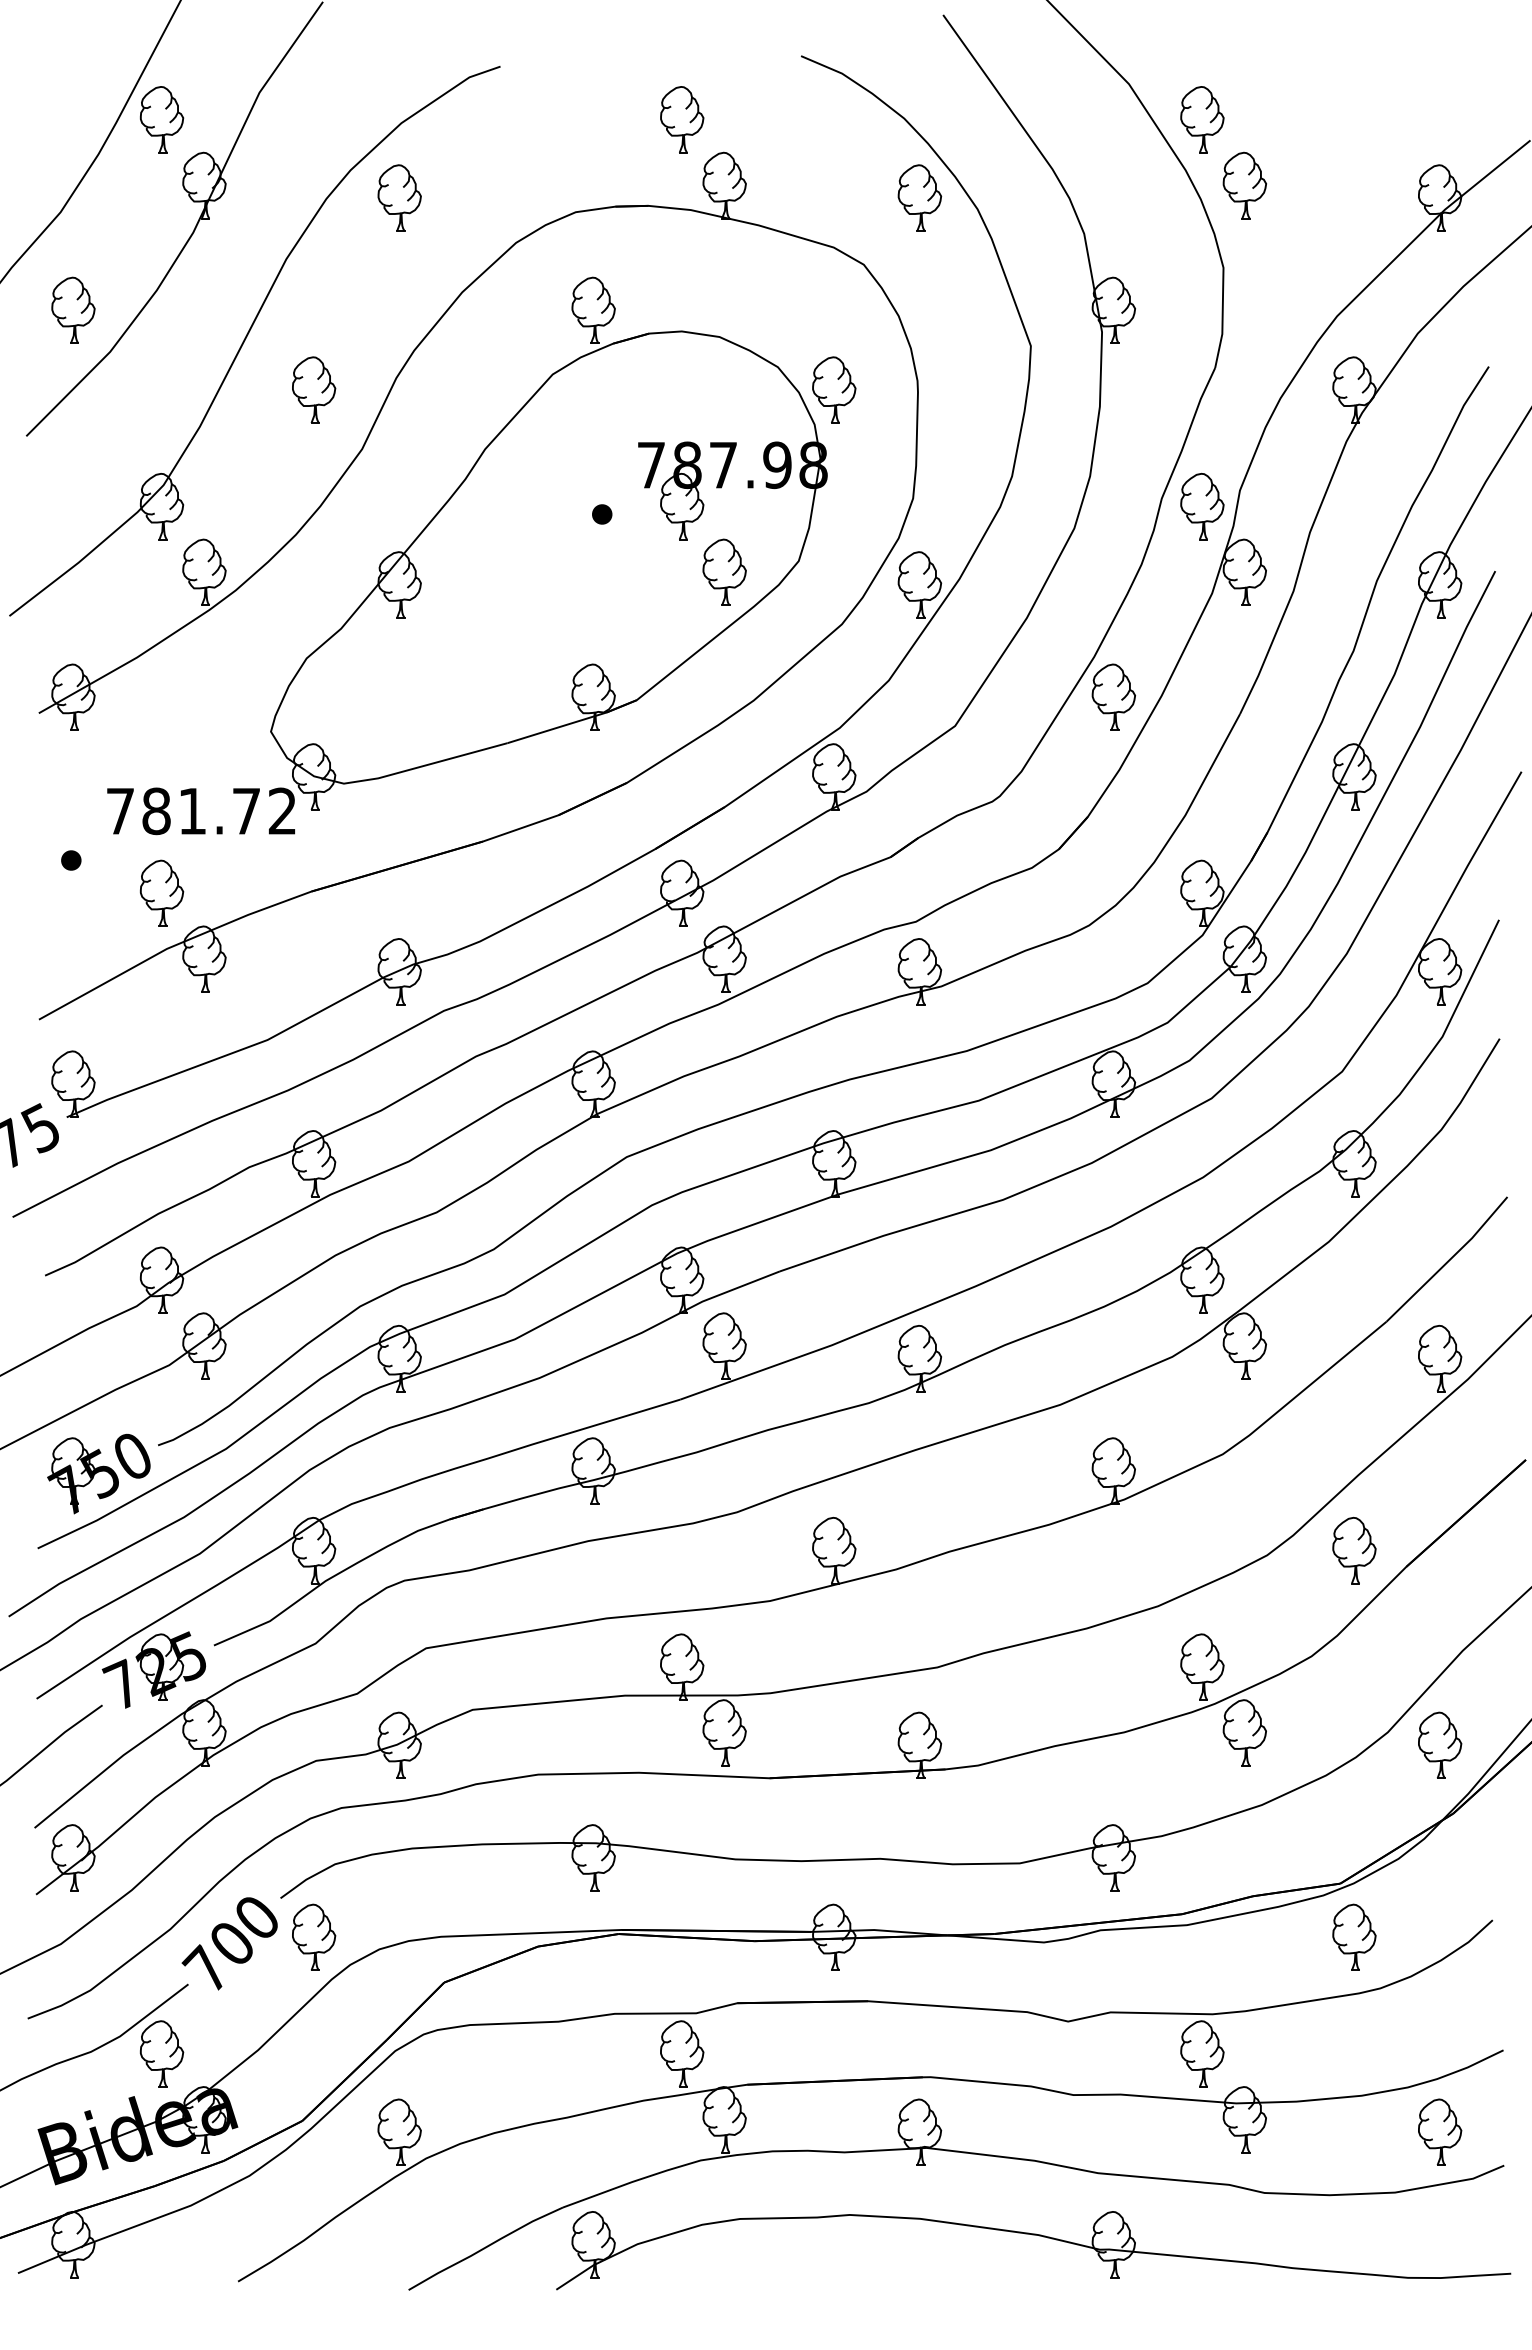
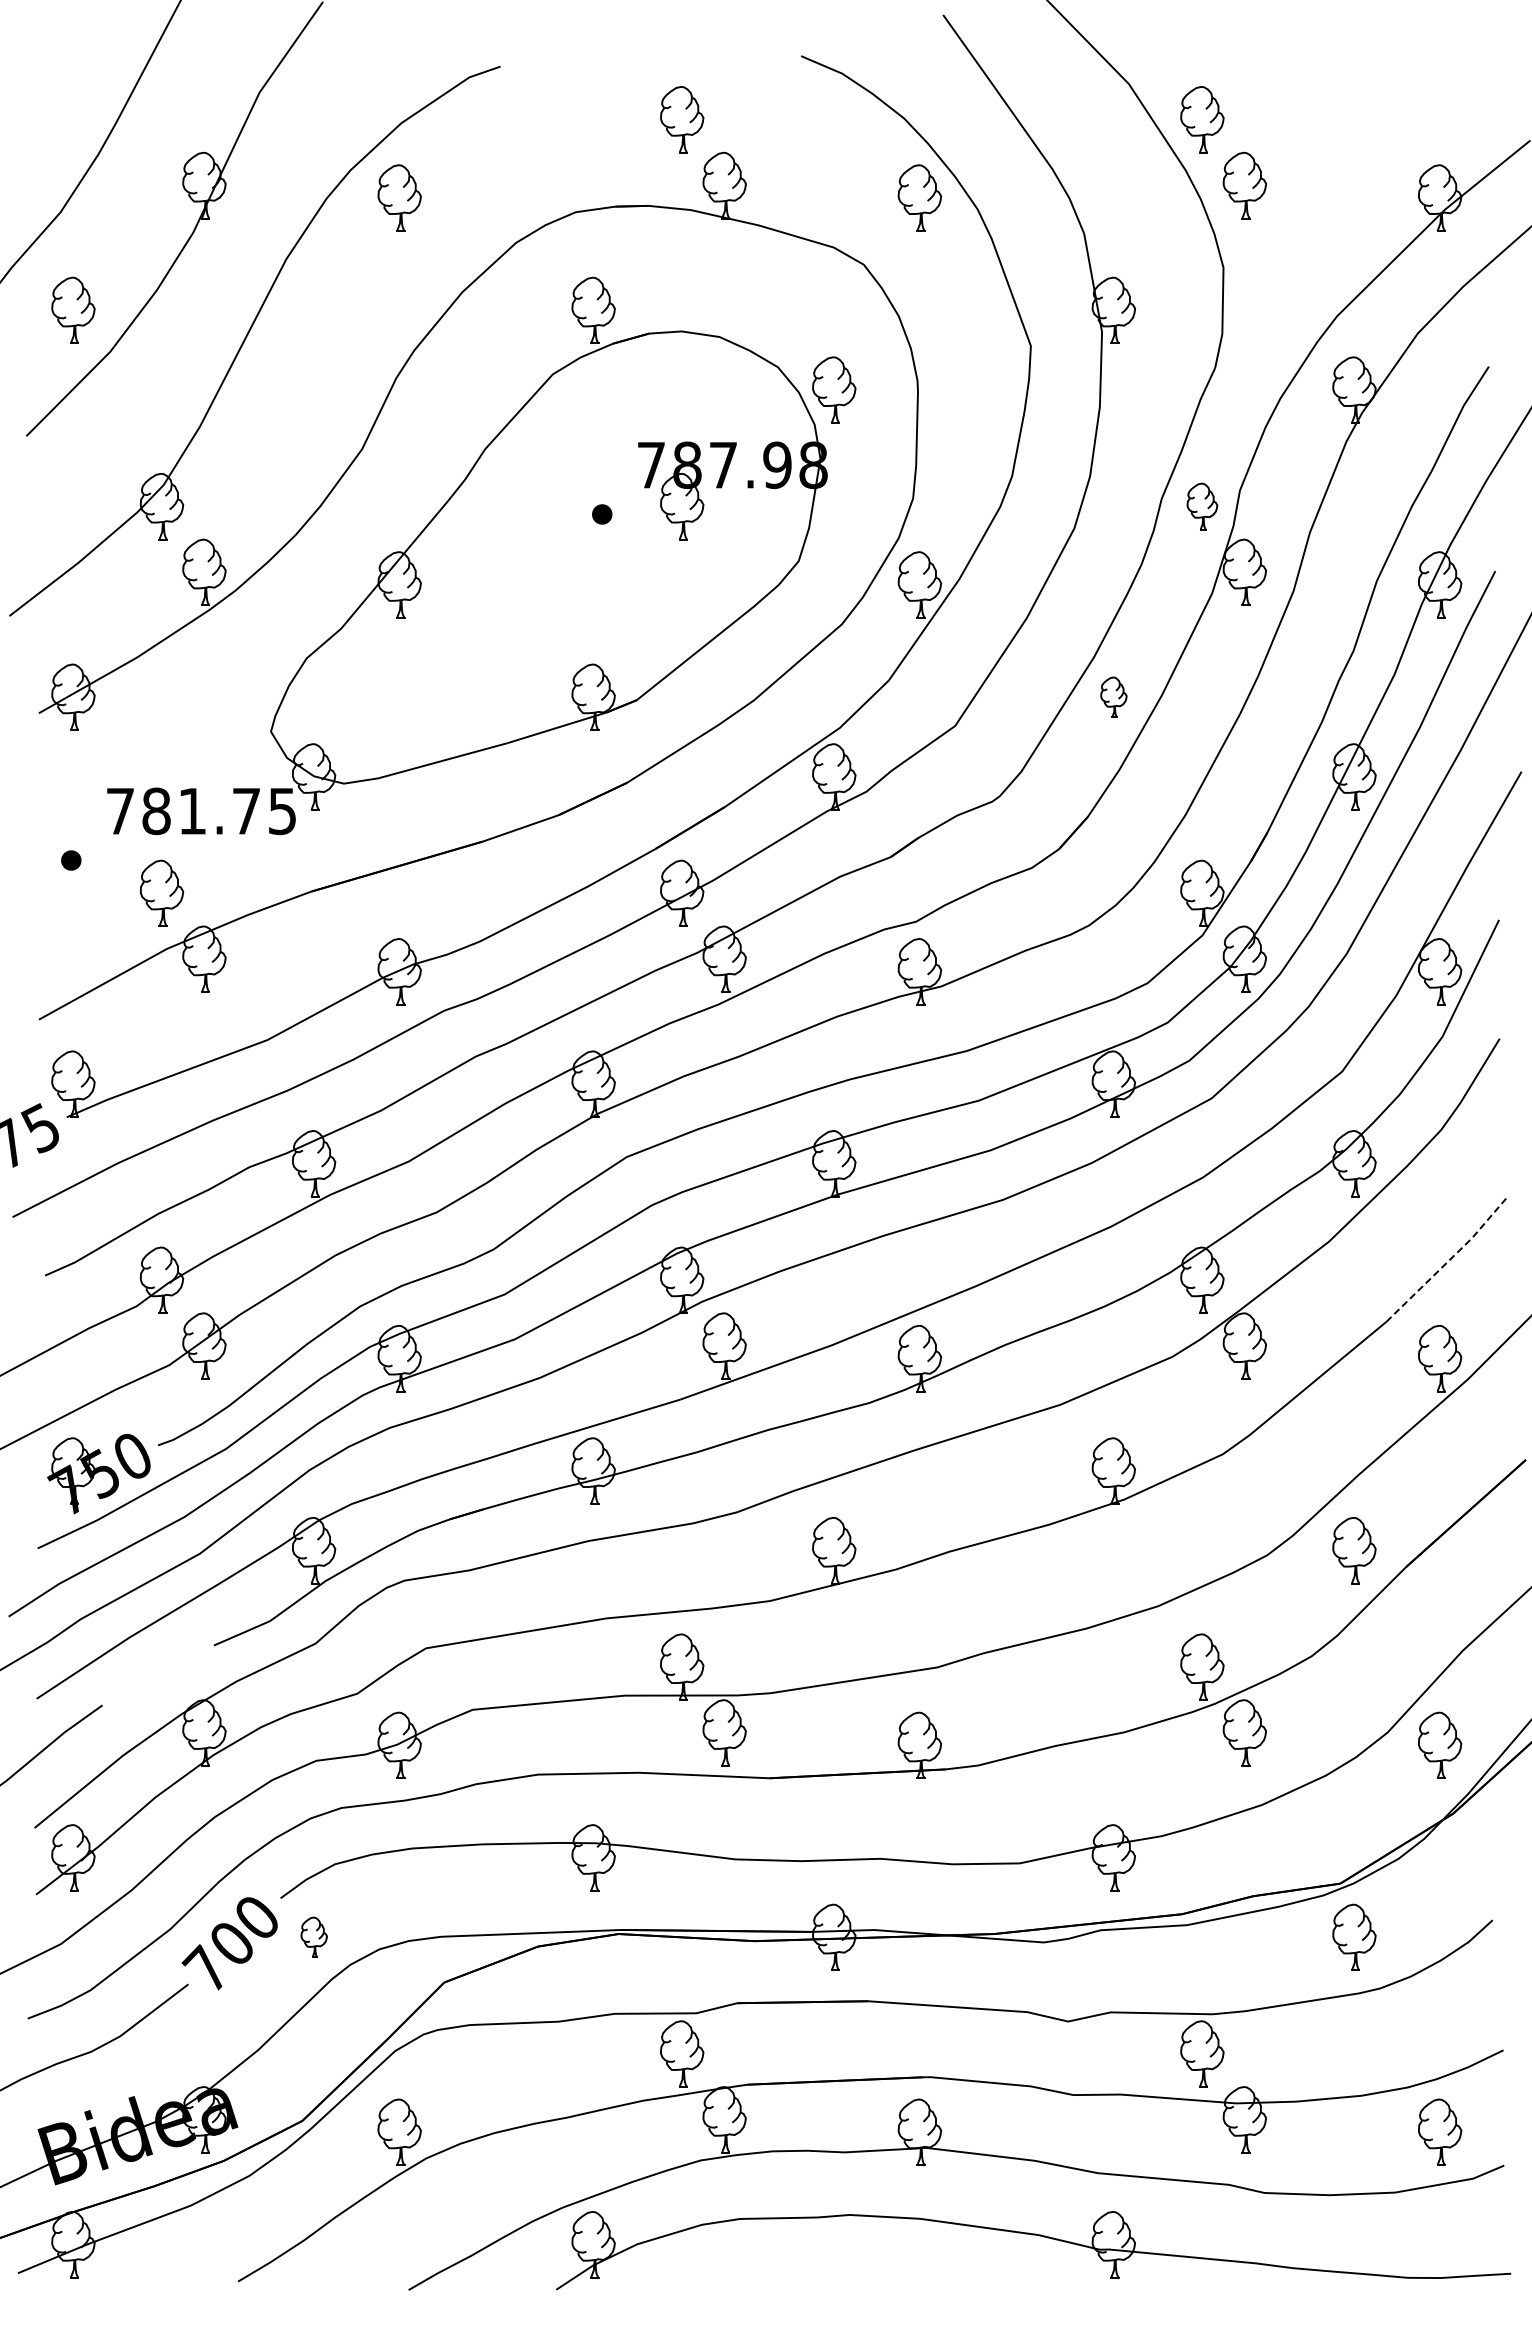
part at (162, 119): present -> none
part at (314, 389): present -> none
part at (1202, 506) size: 45x69 px -> 33x49 px
part at (724, 571): present -> none
part at (1113, 696) size: 46x68 px -> 28x42 px
text at (281, 811): 781.72 -> 781.75
line at (1449, 1260): solid -> dashed
part at (153, 1669): present -> none
part at (314, 1936) size: 45x68 px -> 28x42 px
part at (162, 2053): present -> none
